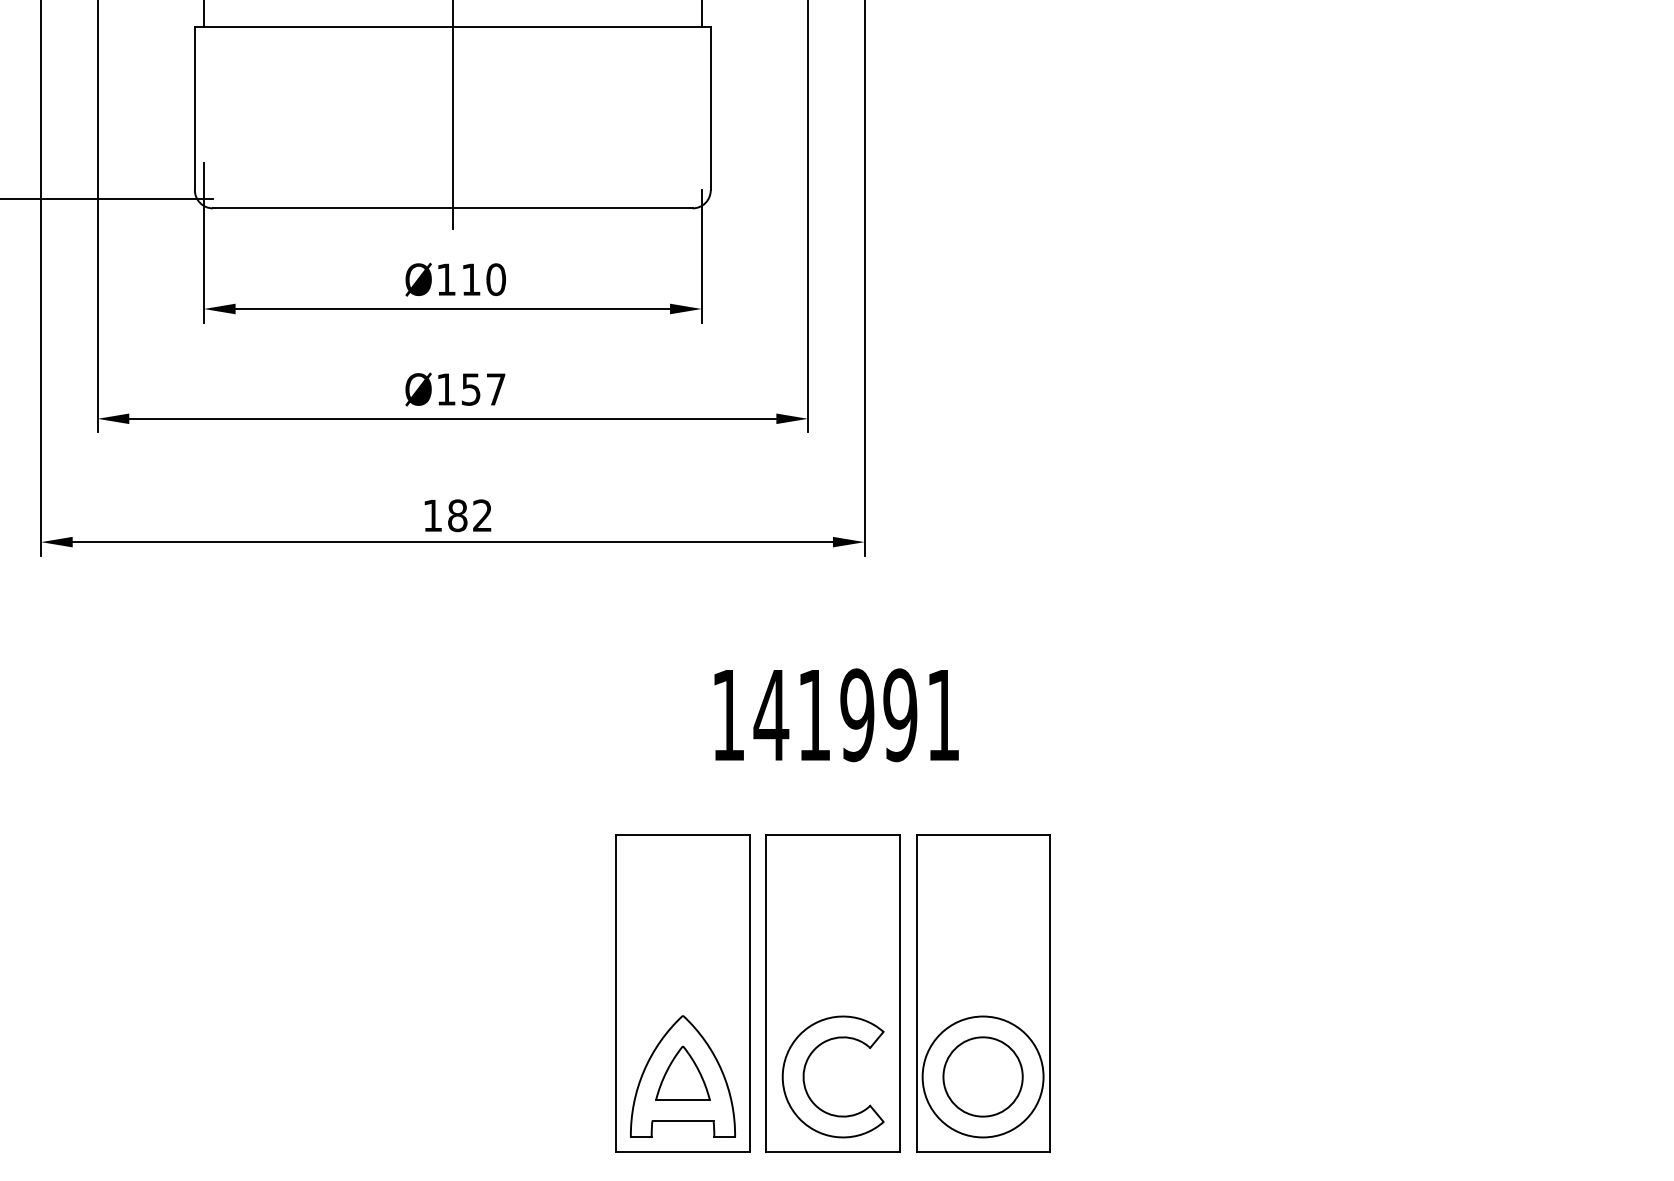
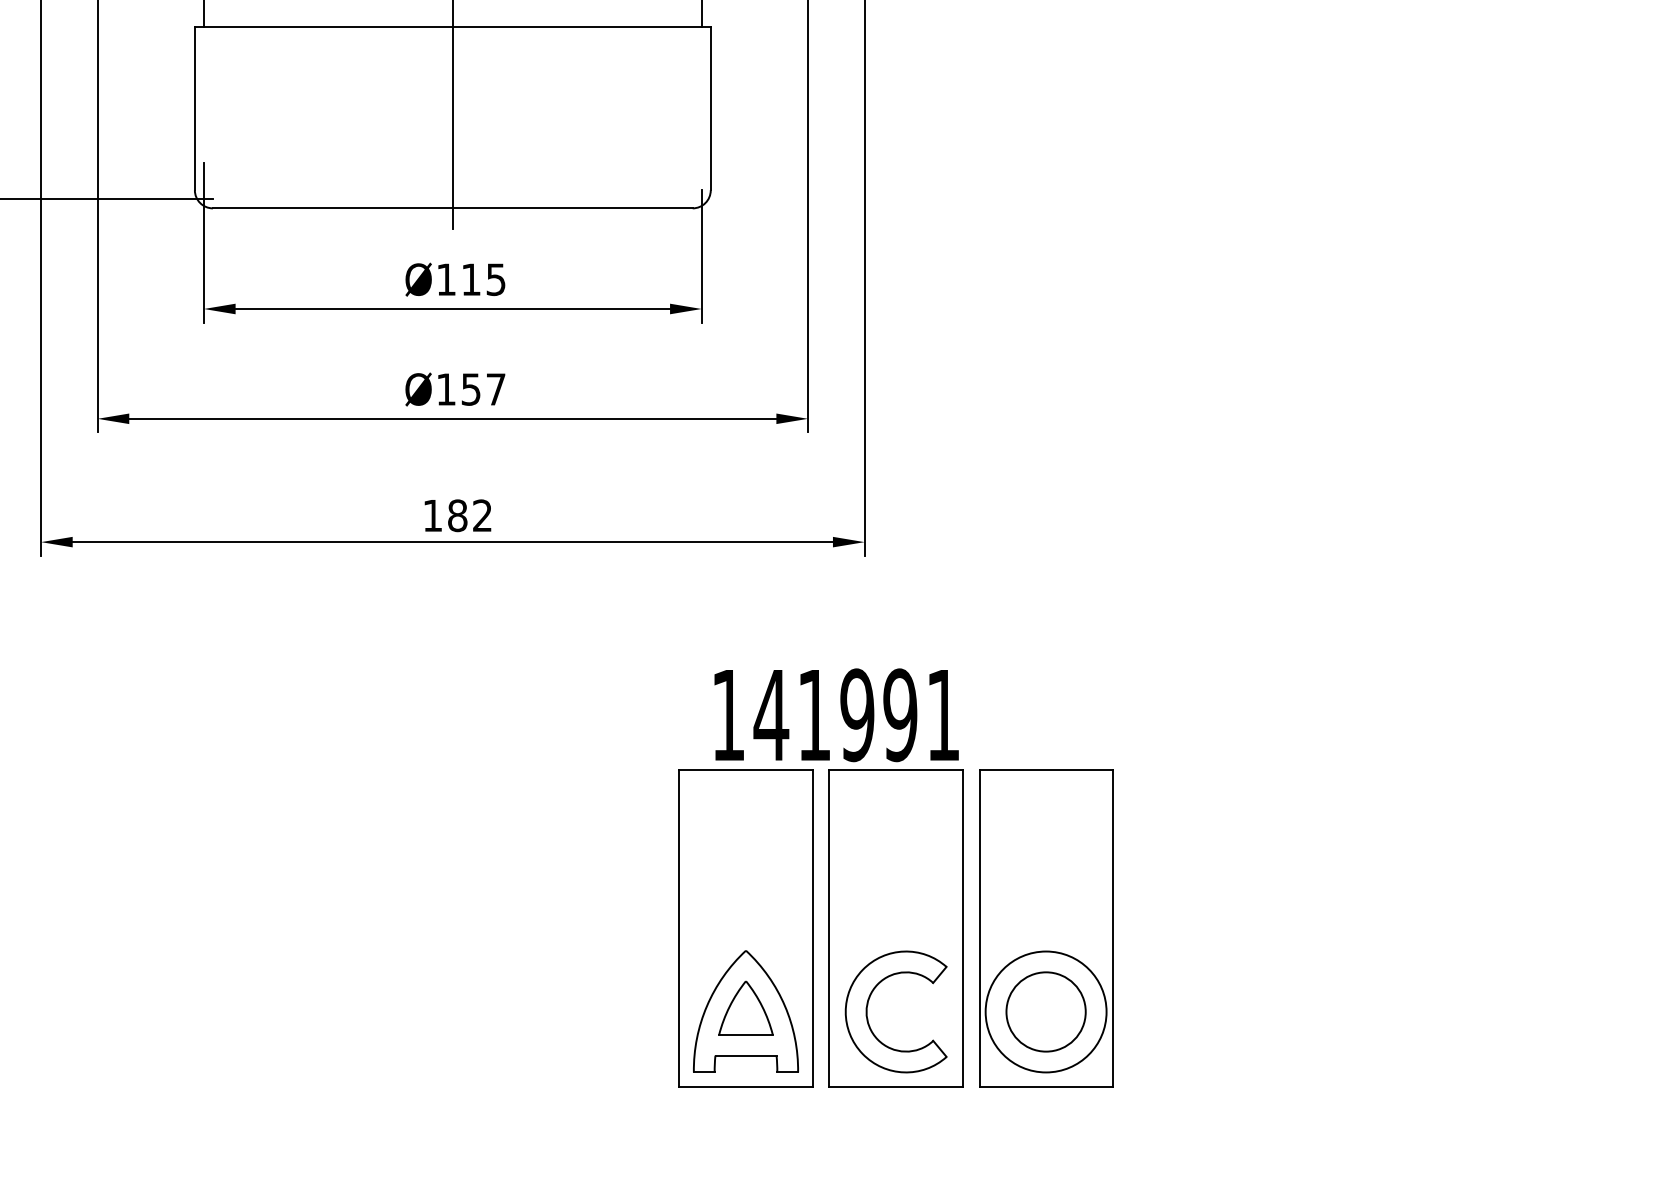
text at (495, 279): Ø110 -> Ø115
part at (832, 993) position: (832, 993) -> (895, 928)
